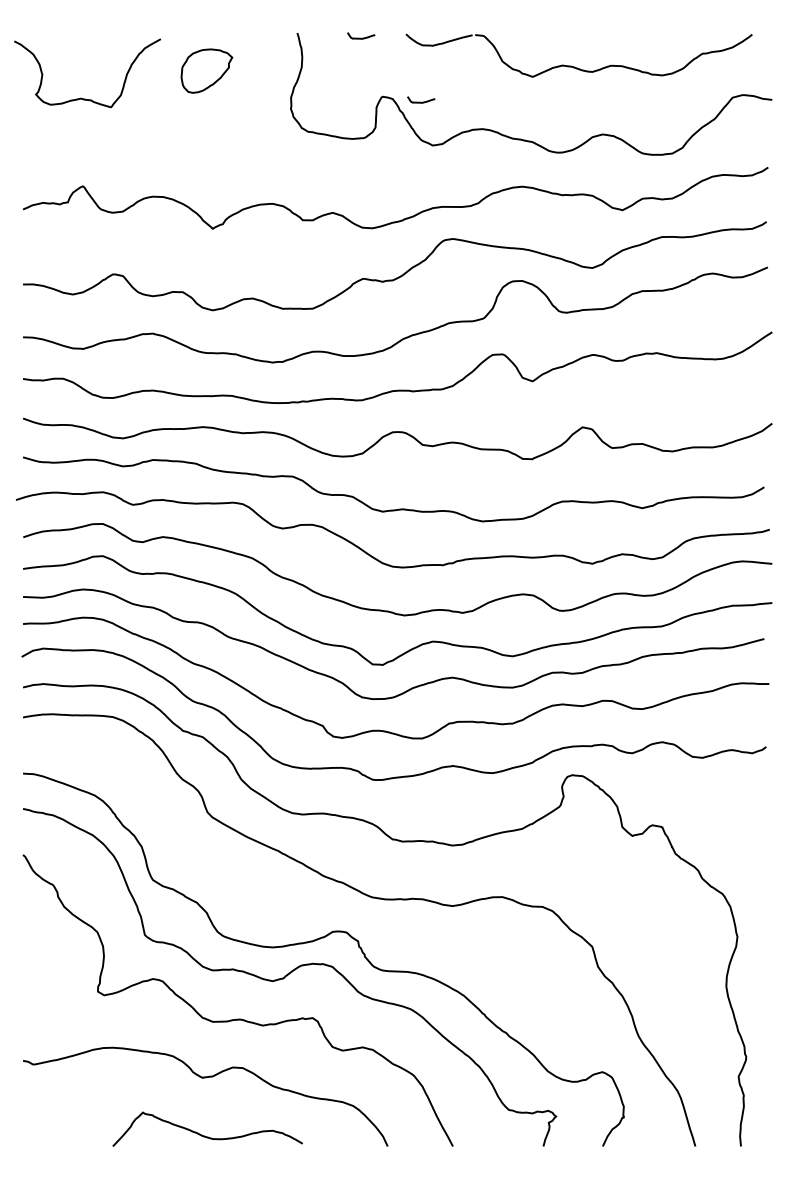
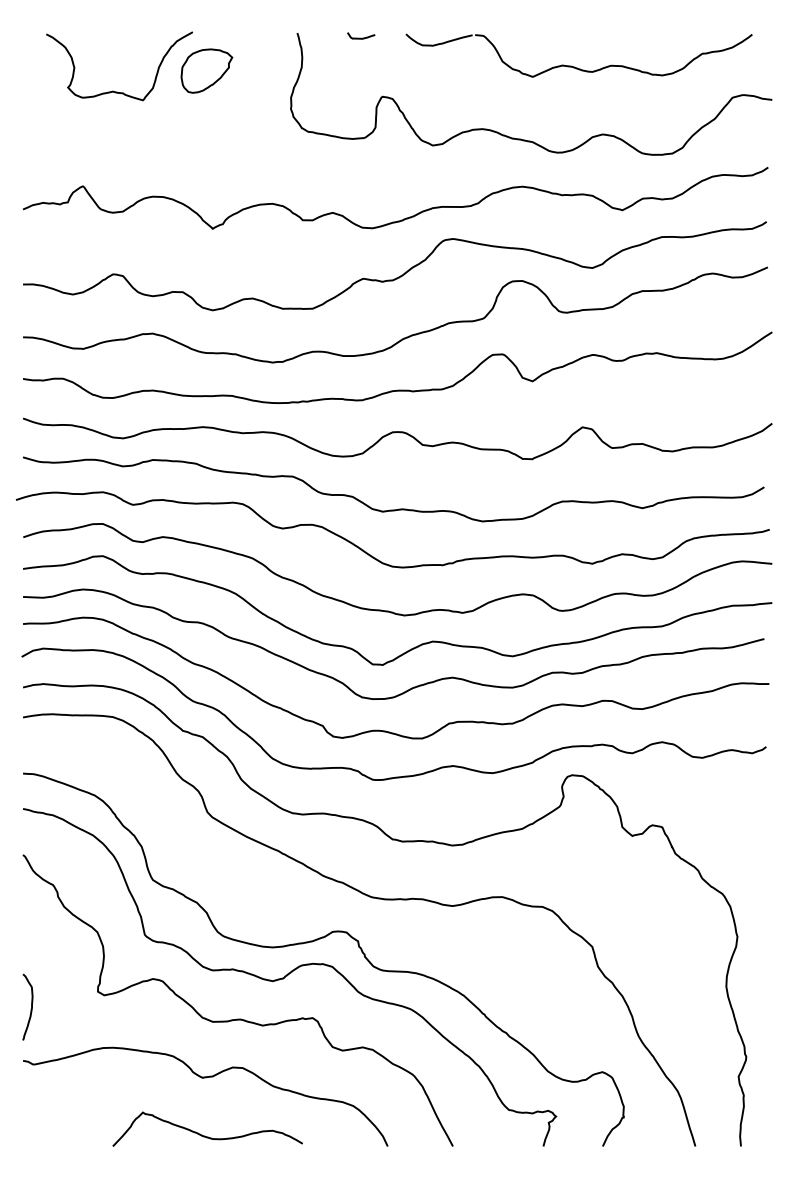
curve at (81, 97) position: (81, 97) -> (113, 90)
curve at (421, 101): present -> none
curve at (31, 1006): none -> present
